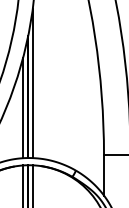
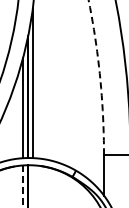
arc at (100, 76): solid -> dashed
line at (32, 184): present -> none
line at (23, 186): solid -> dashed
